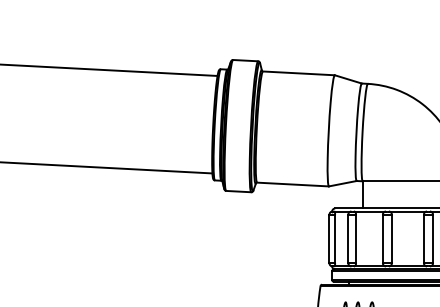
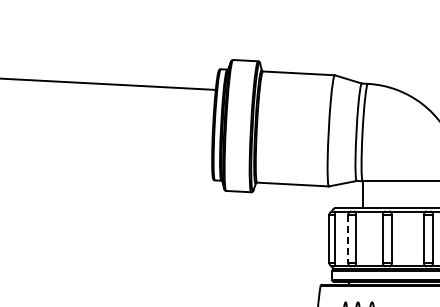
line at (109, 69) position: (109, 69) -> (109, 83)
line at (107, 167): present -> none
line at (348, 239): solid -> dashed
